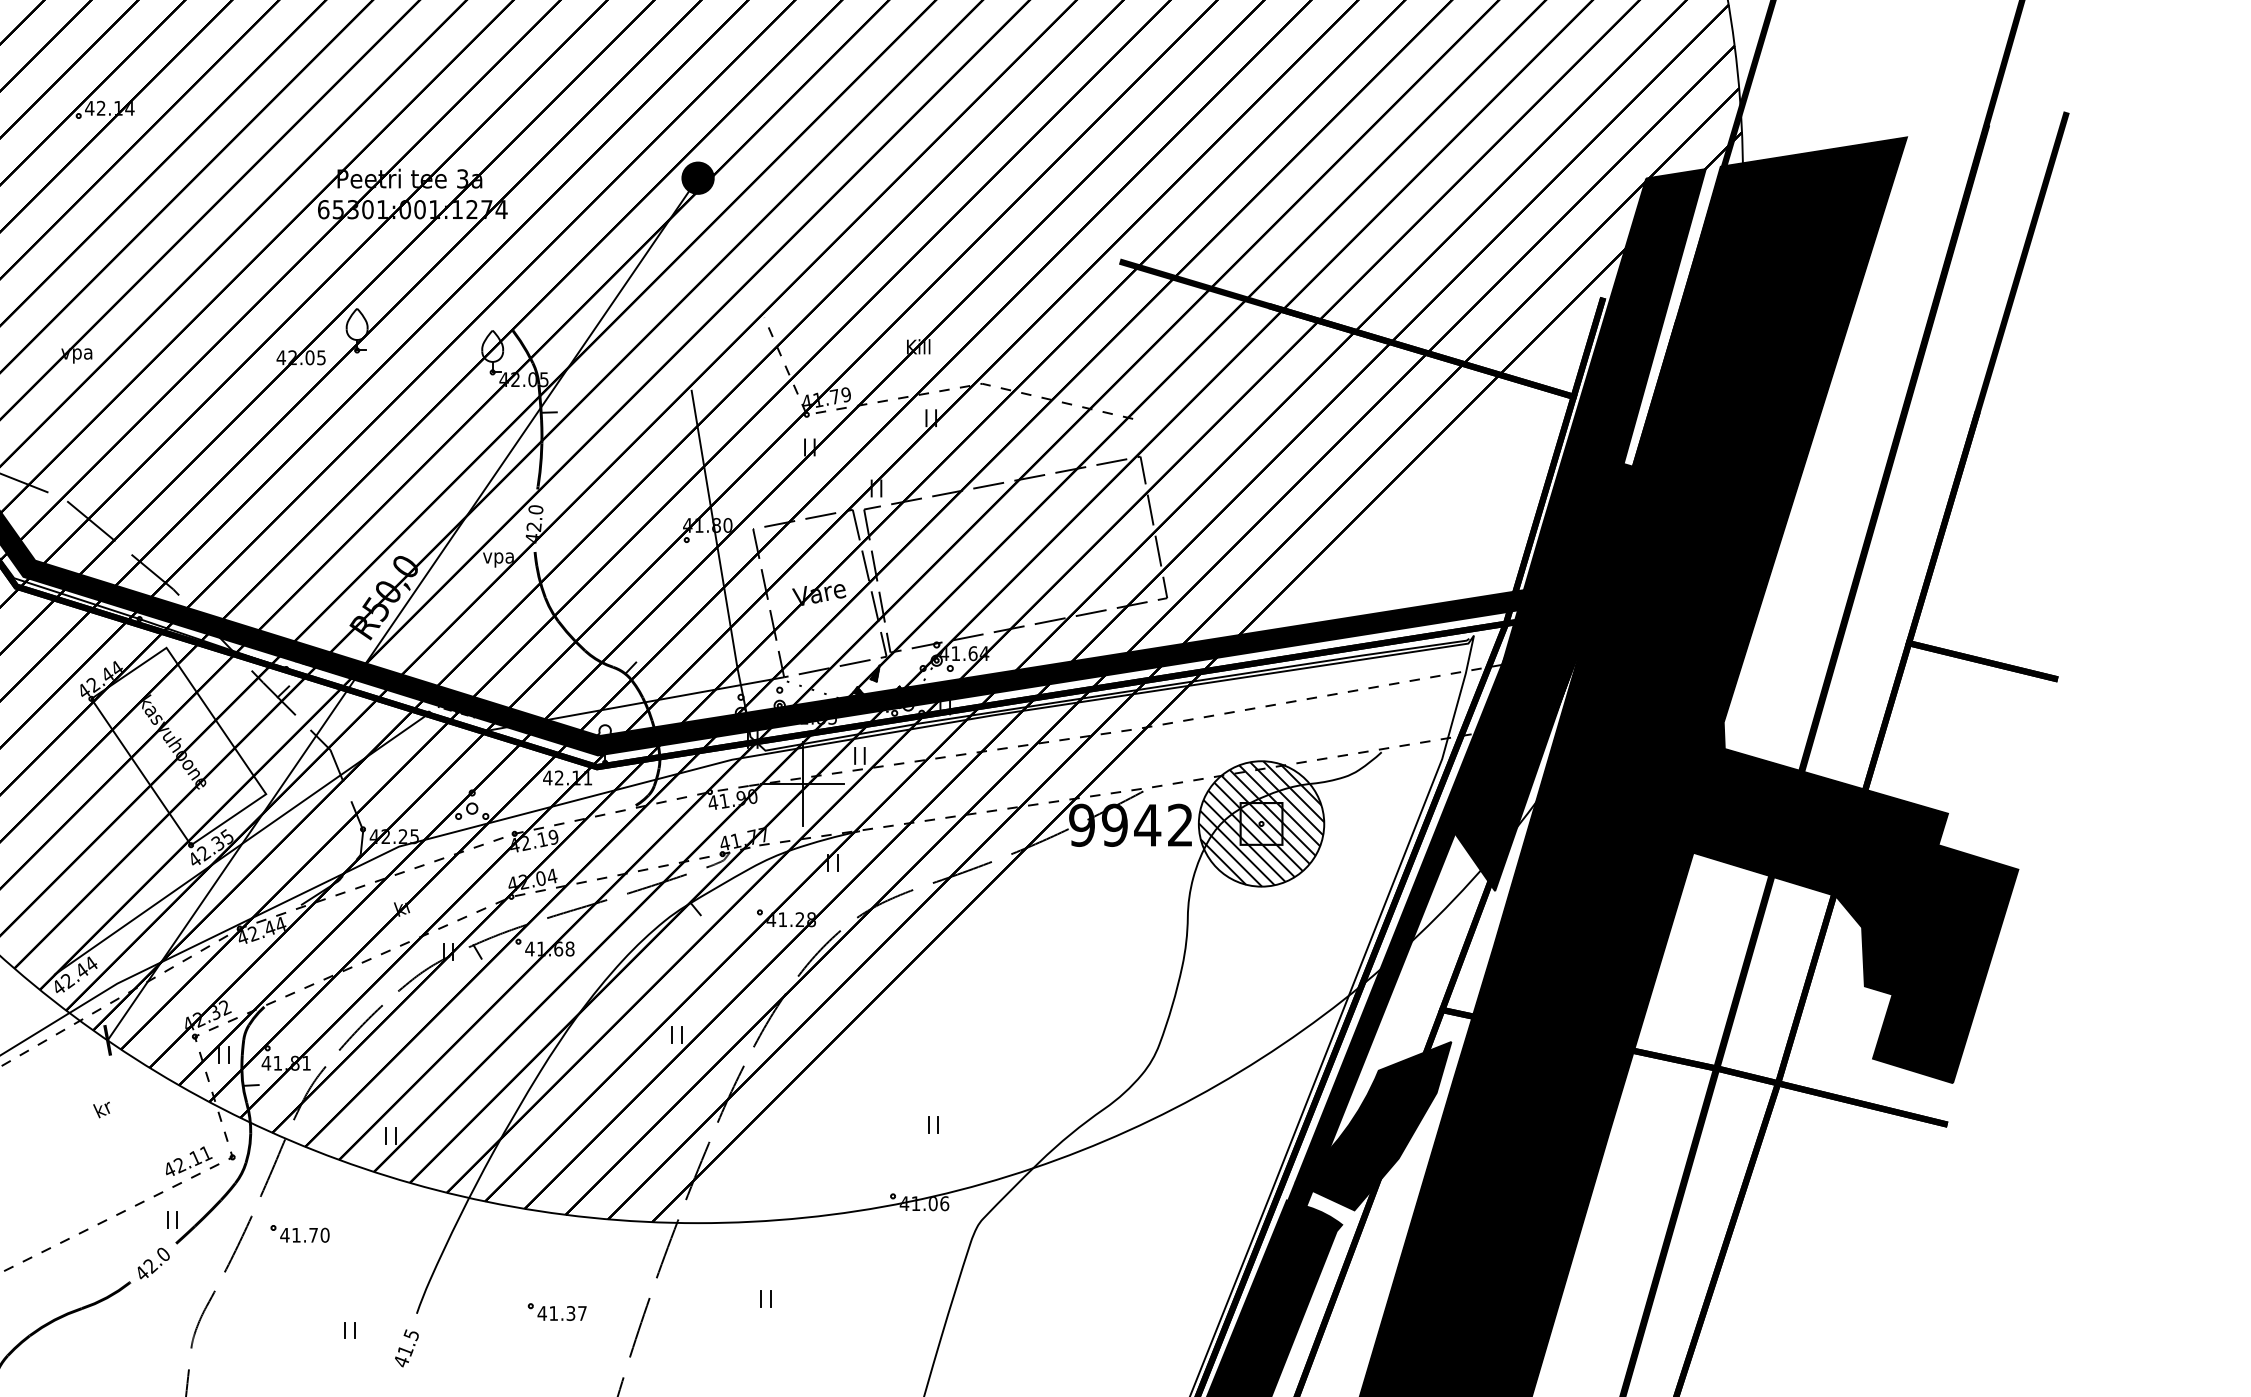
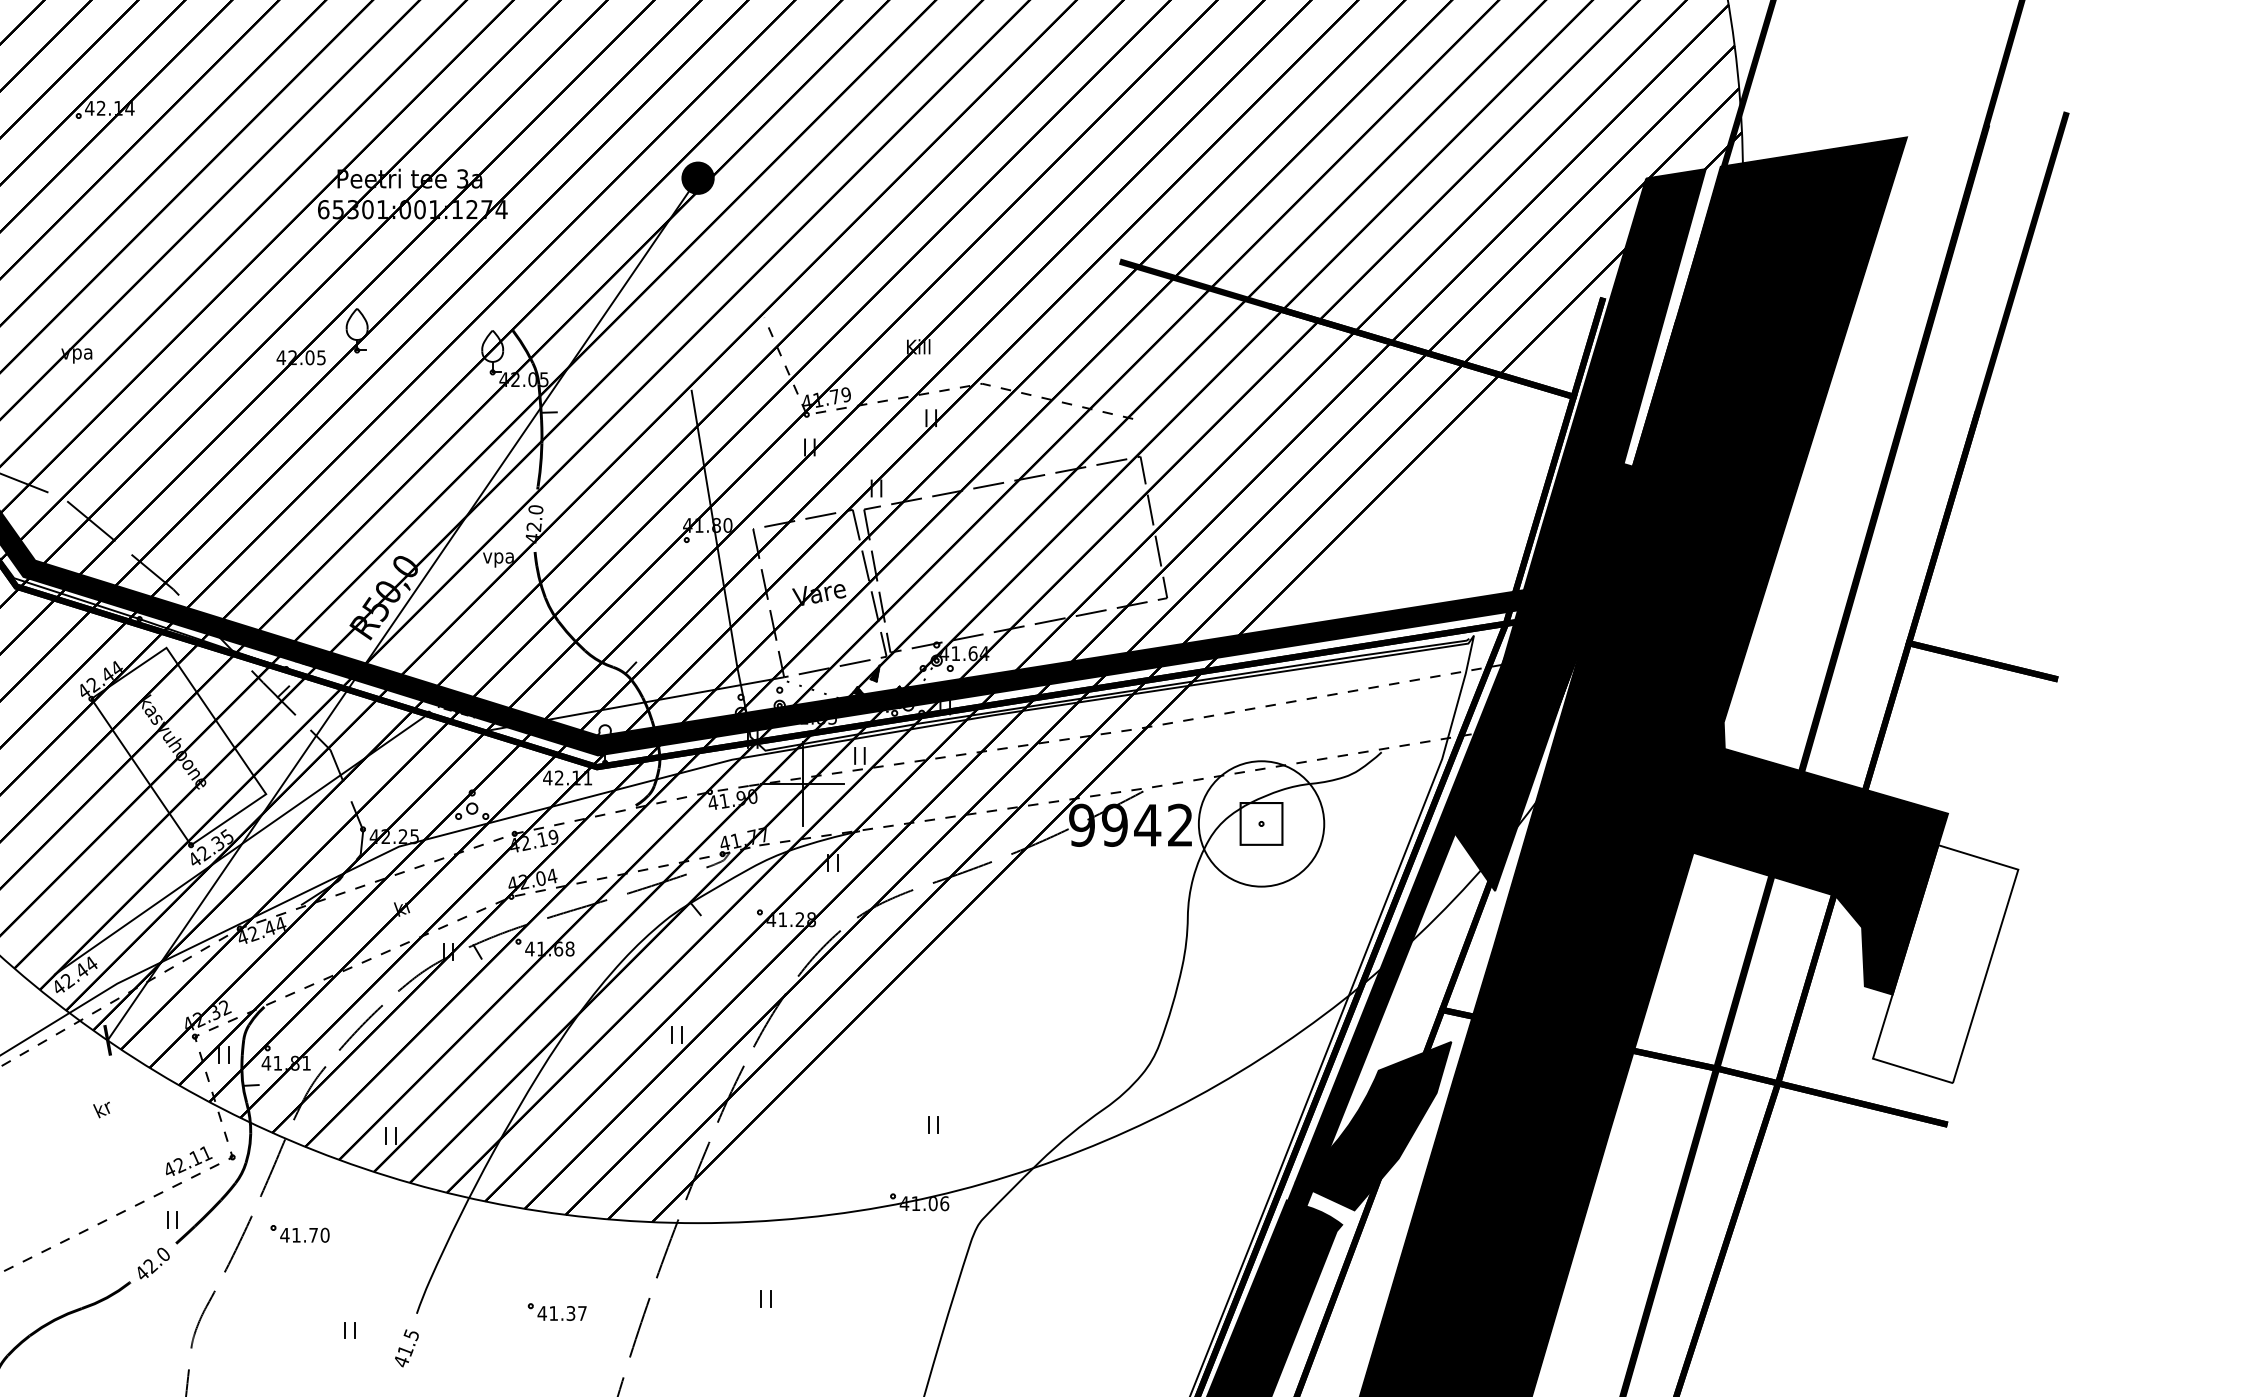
hatch at (1261, 823): present -> none
fill at (1945, 964): present -> none
